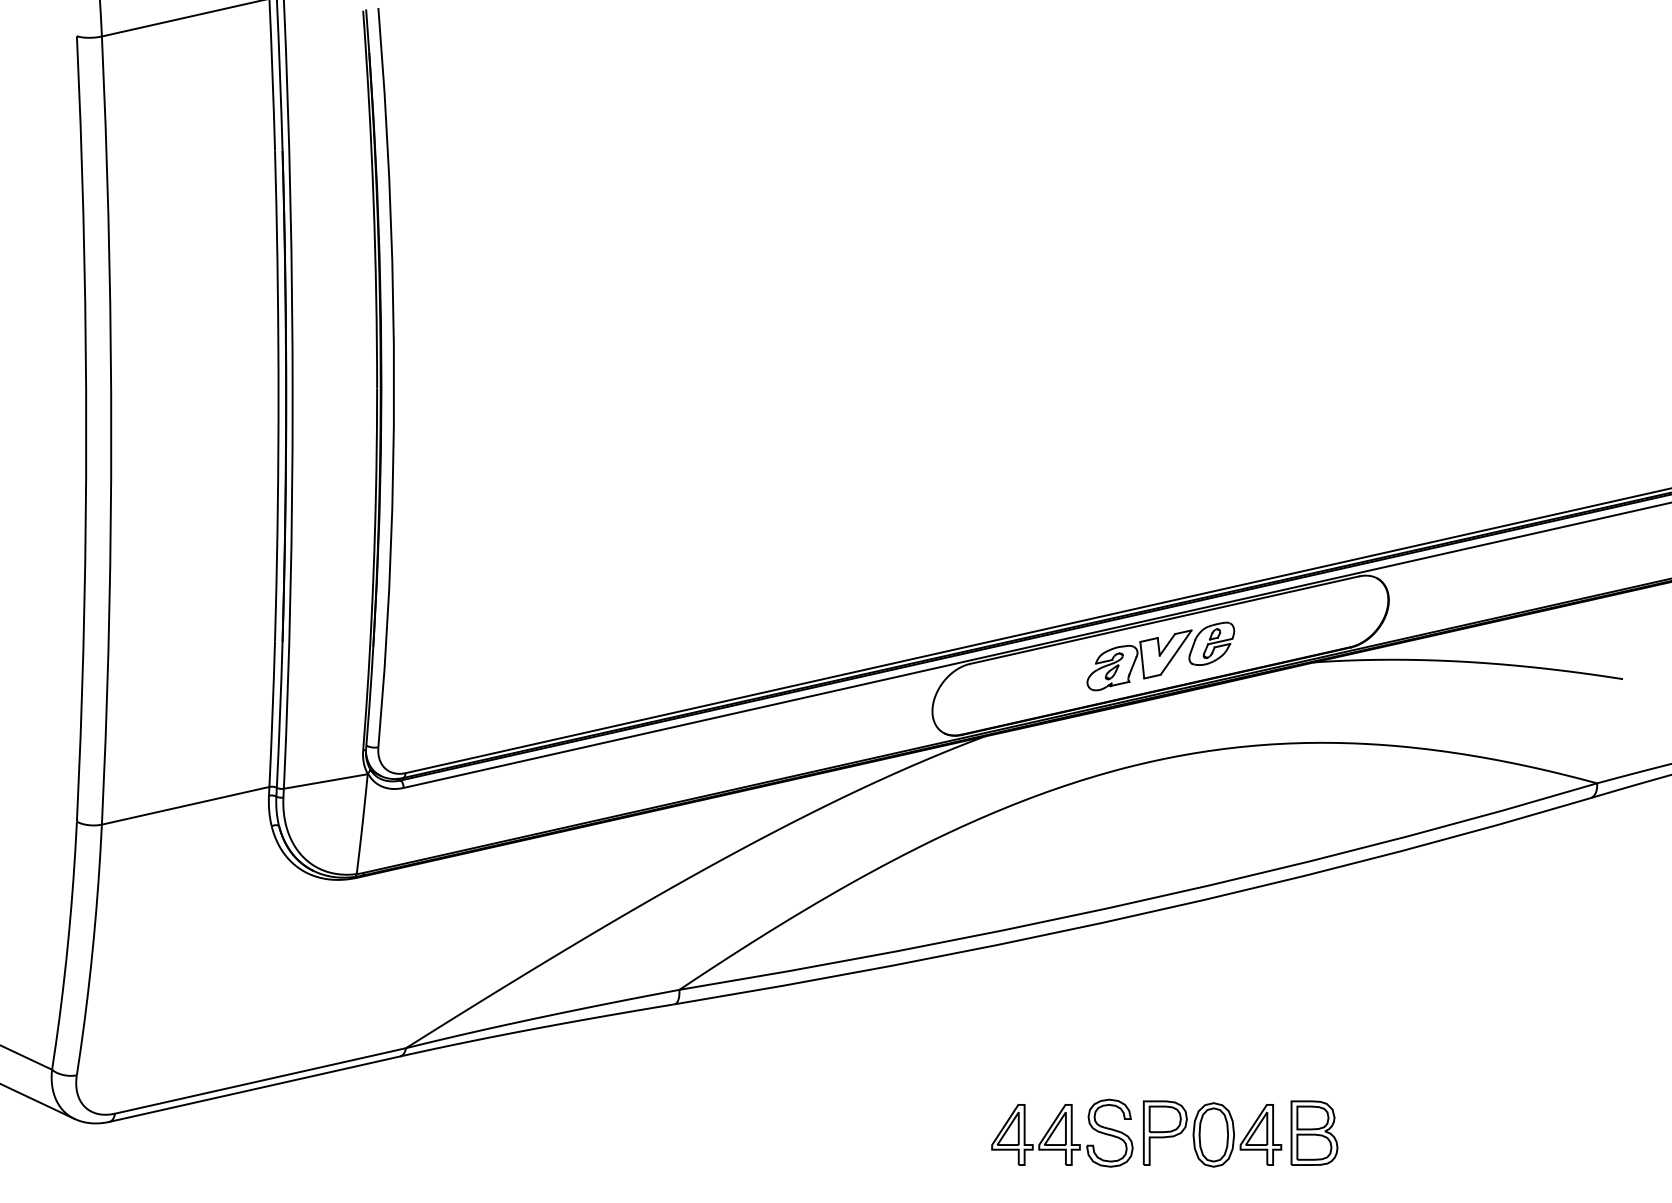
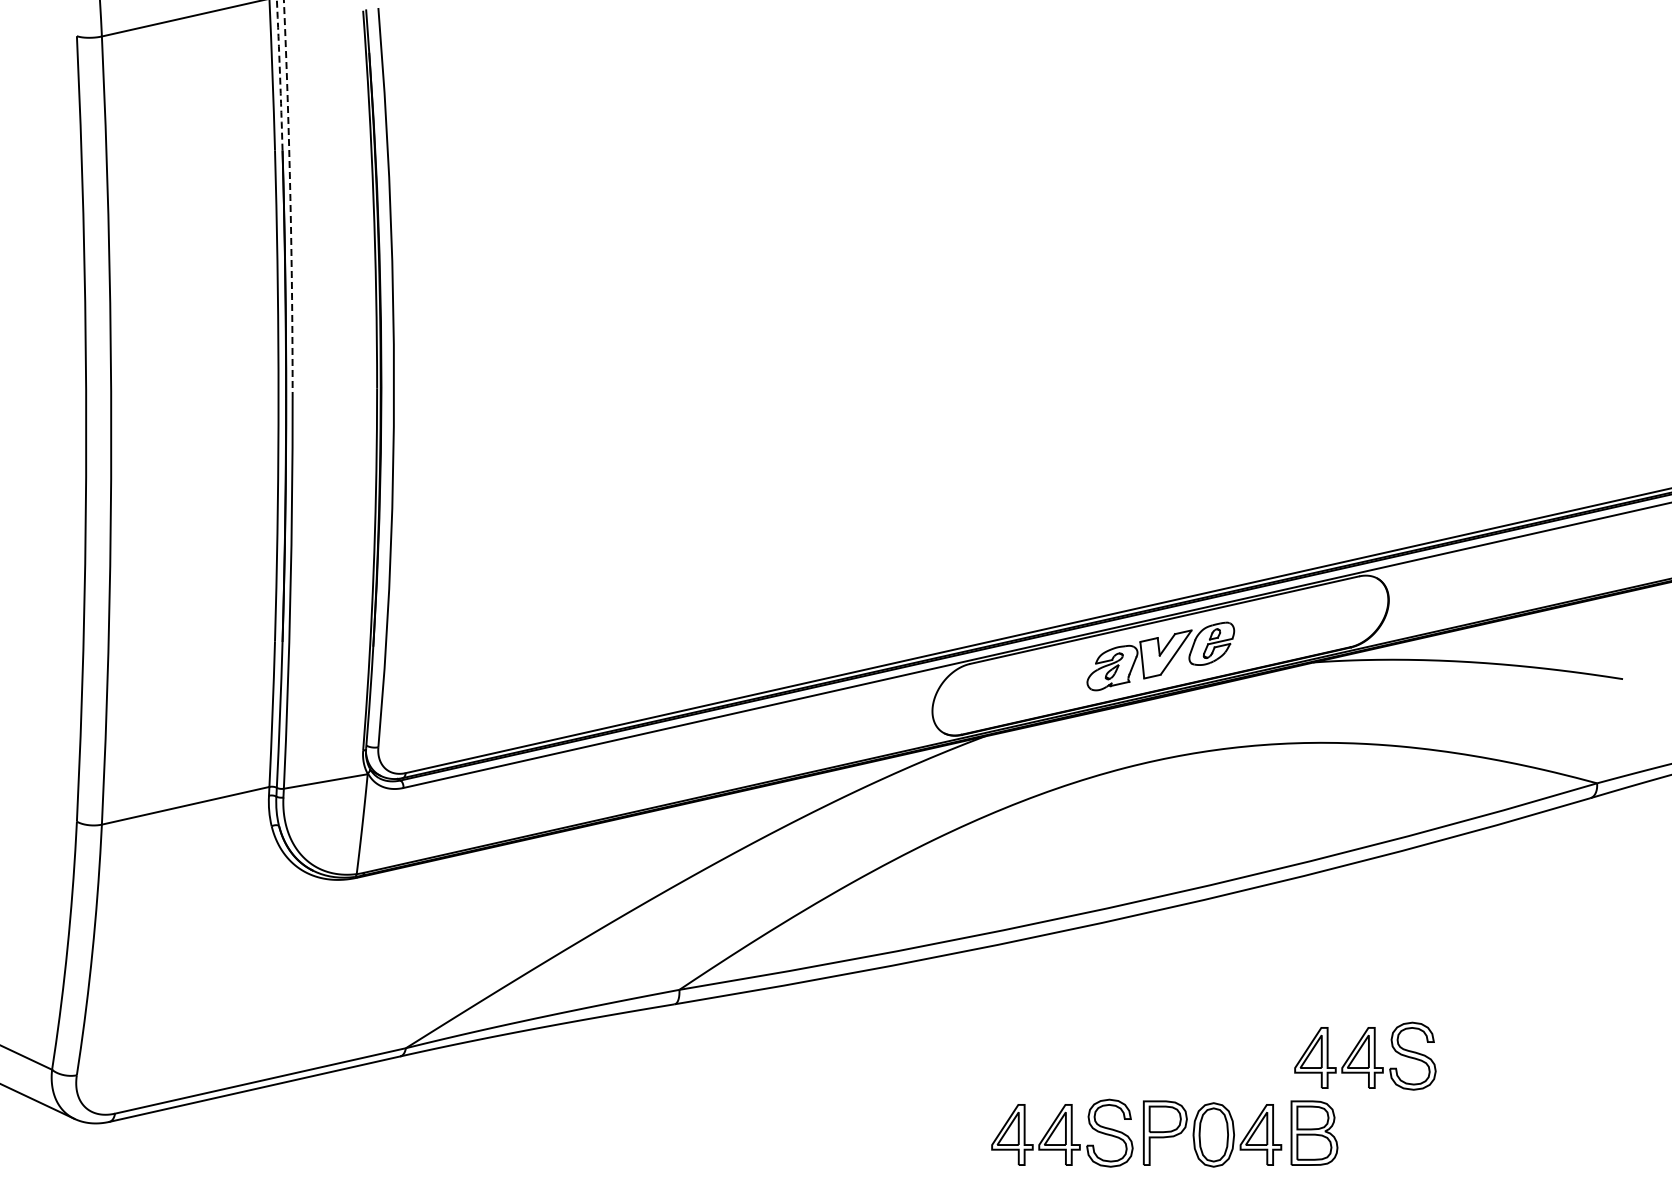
arc at (280, 74): solid -> dashed
arc at (290, 198): solid -> dashed
part at (1365, 1055): none -> present
